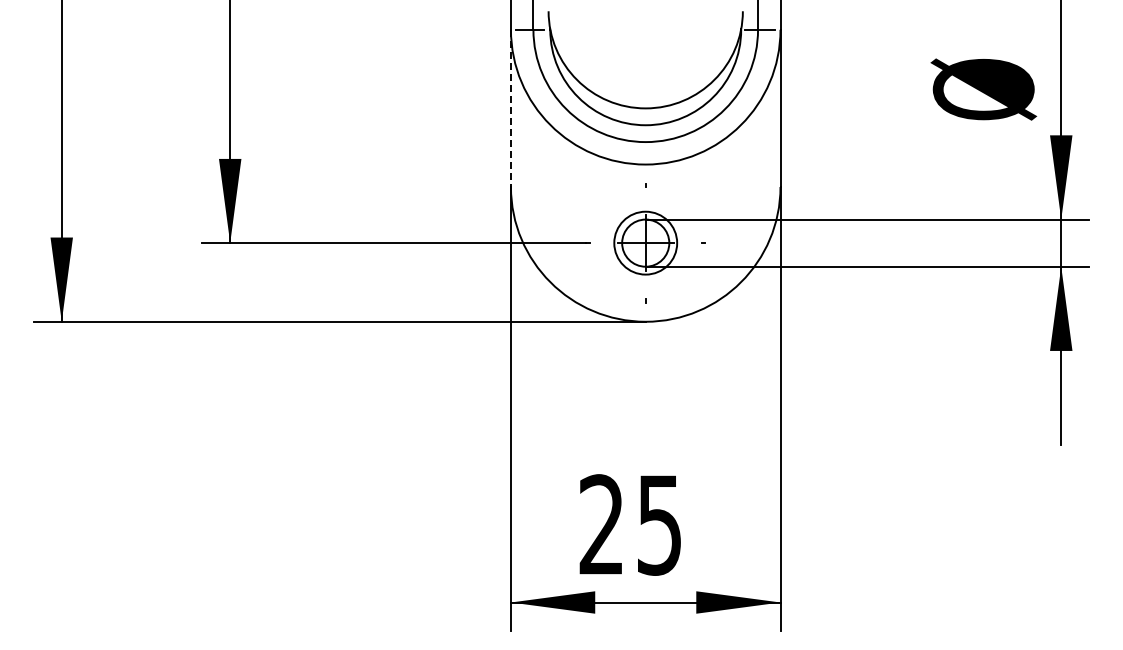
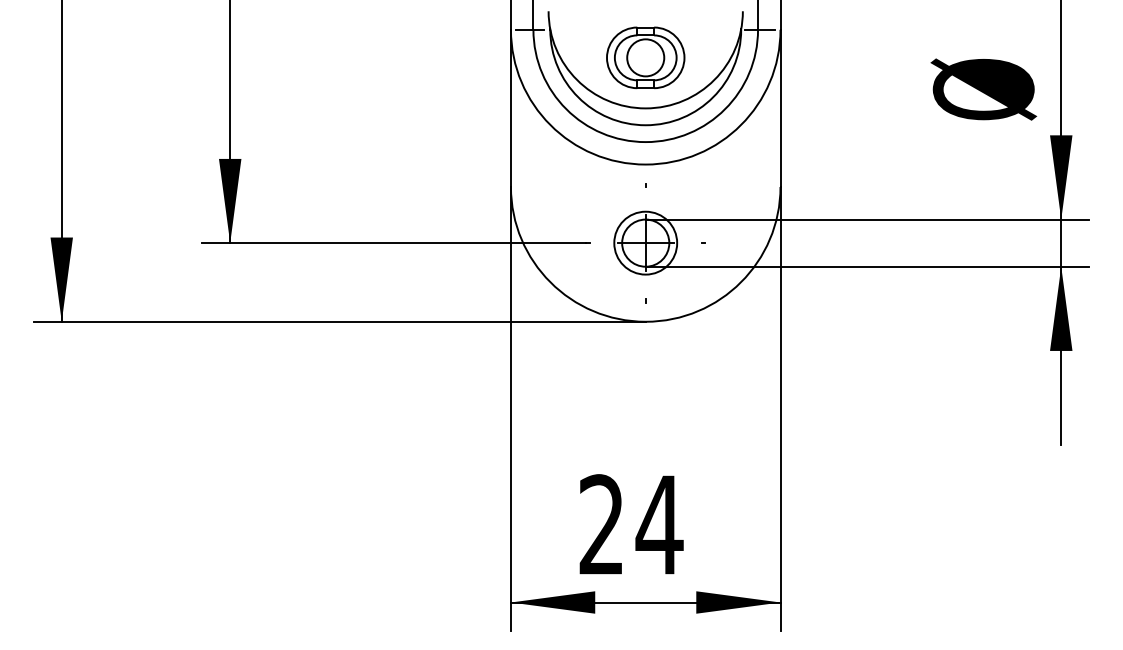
part at (645, 57): none -> present
line at (510, 108): dashed -> solid
text at (659, 525): 25 -> 24
